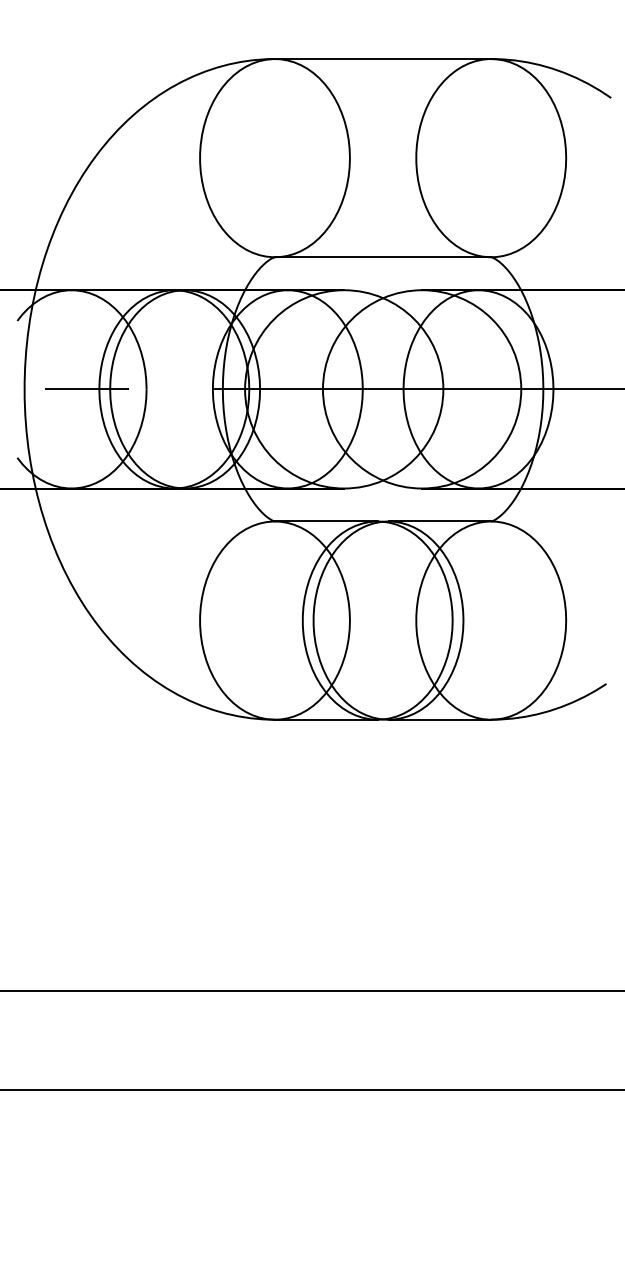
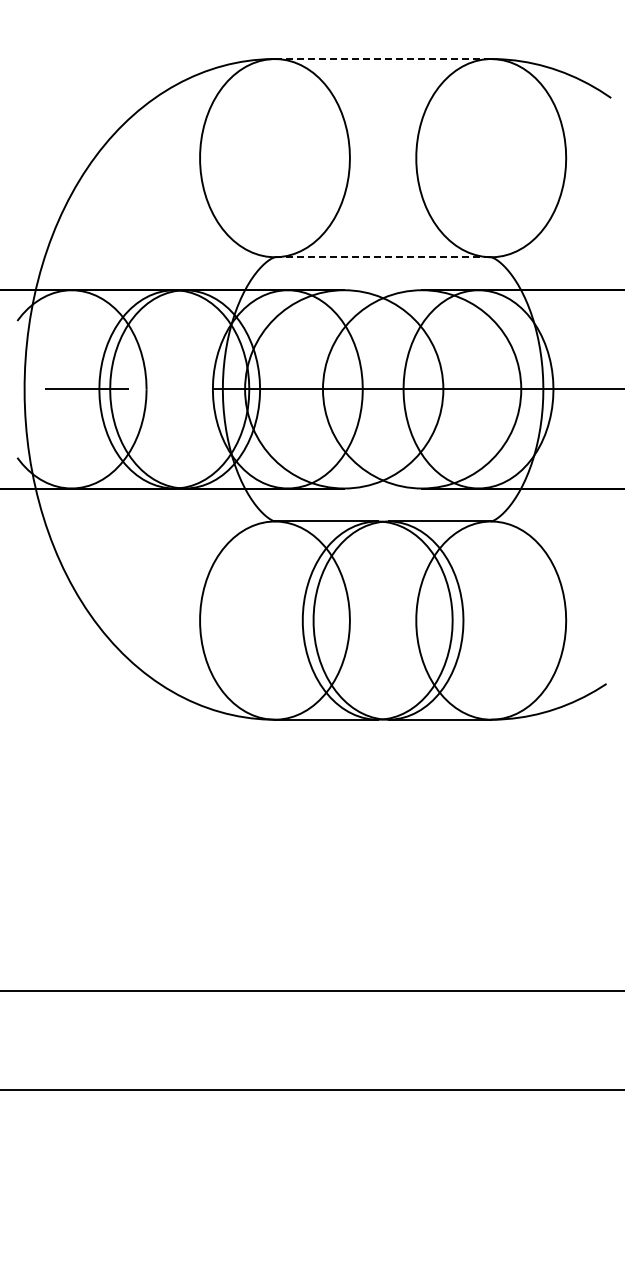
line at (382, 59): solid -> dashed
line at (383, 257): solid -> dashed
